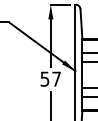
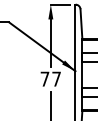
text at (44, 78): 57 -> 77
